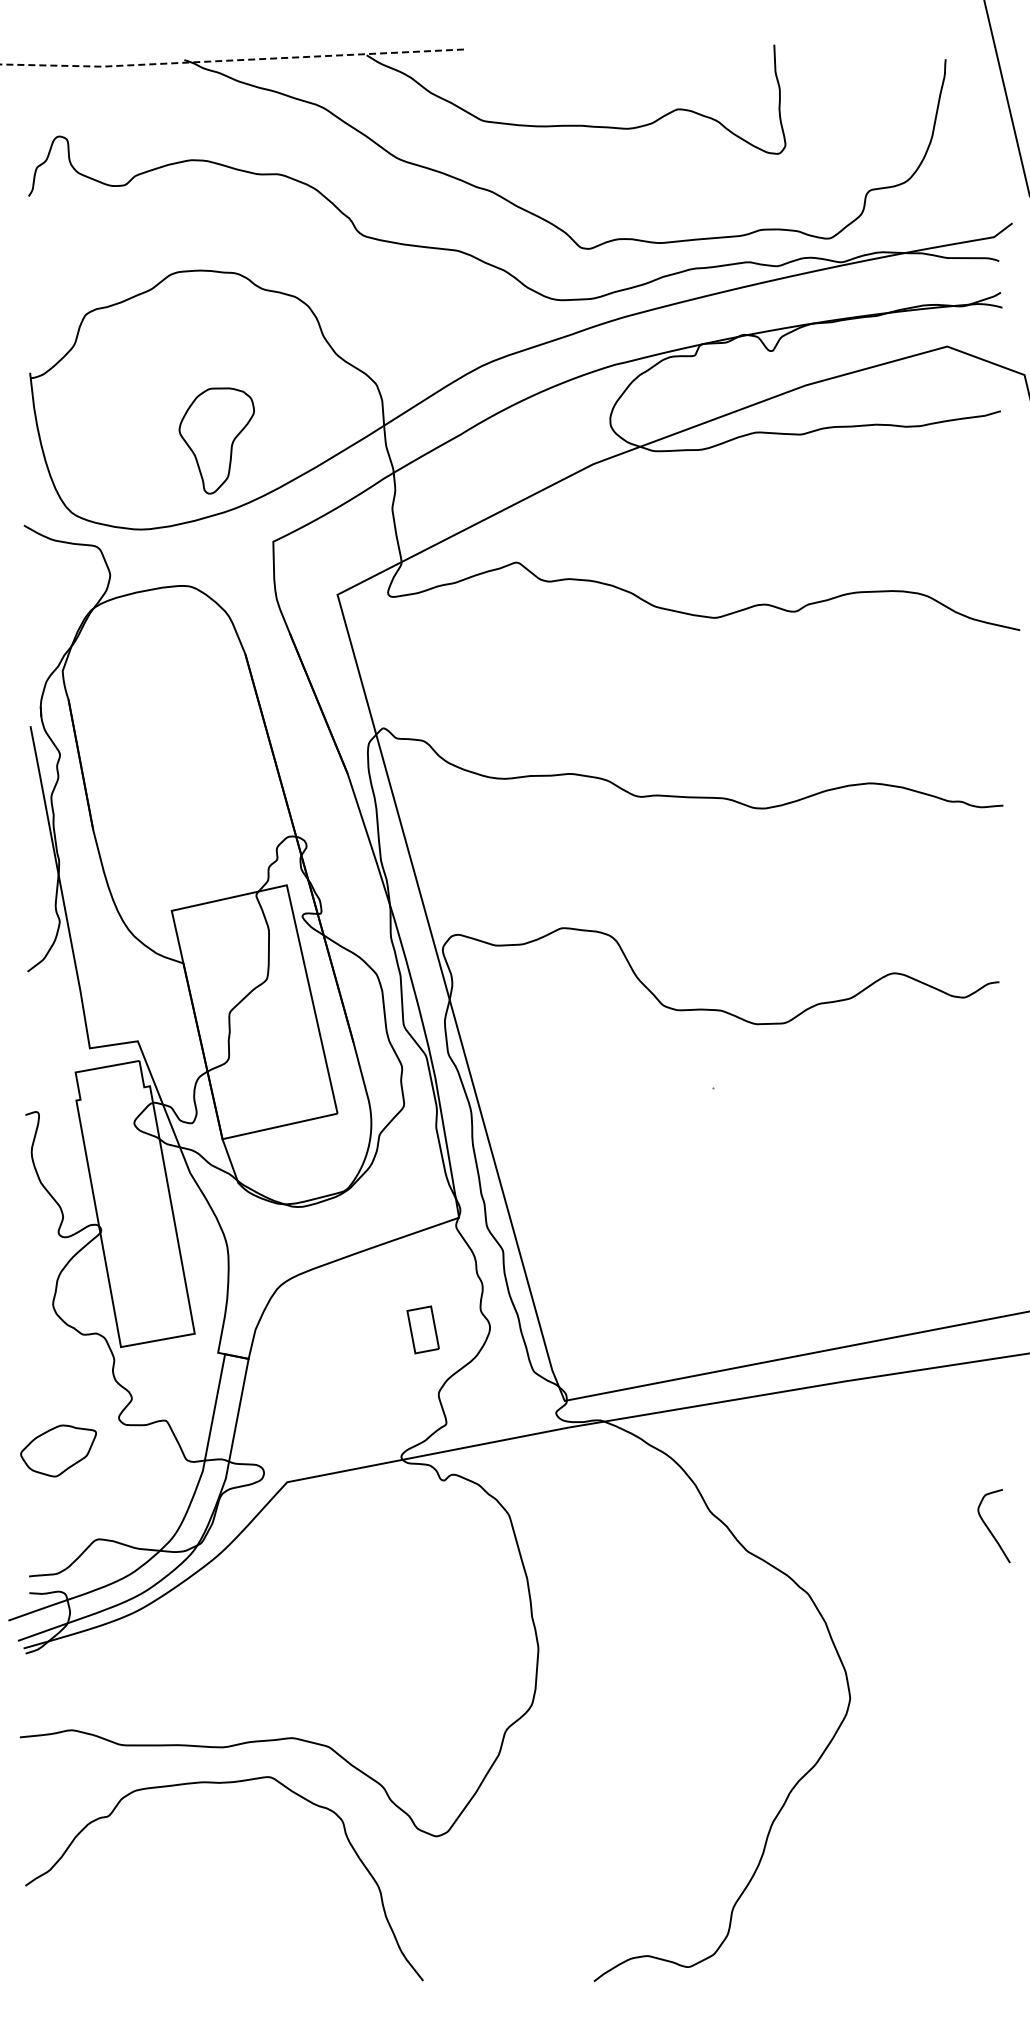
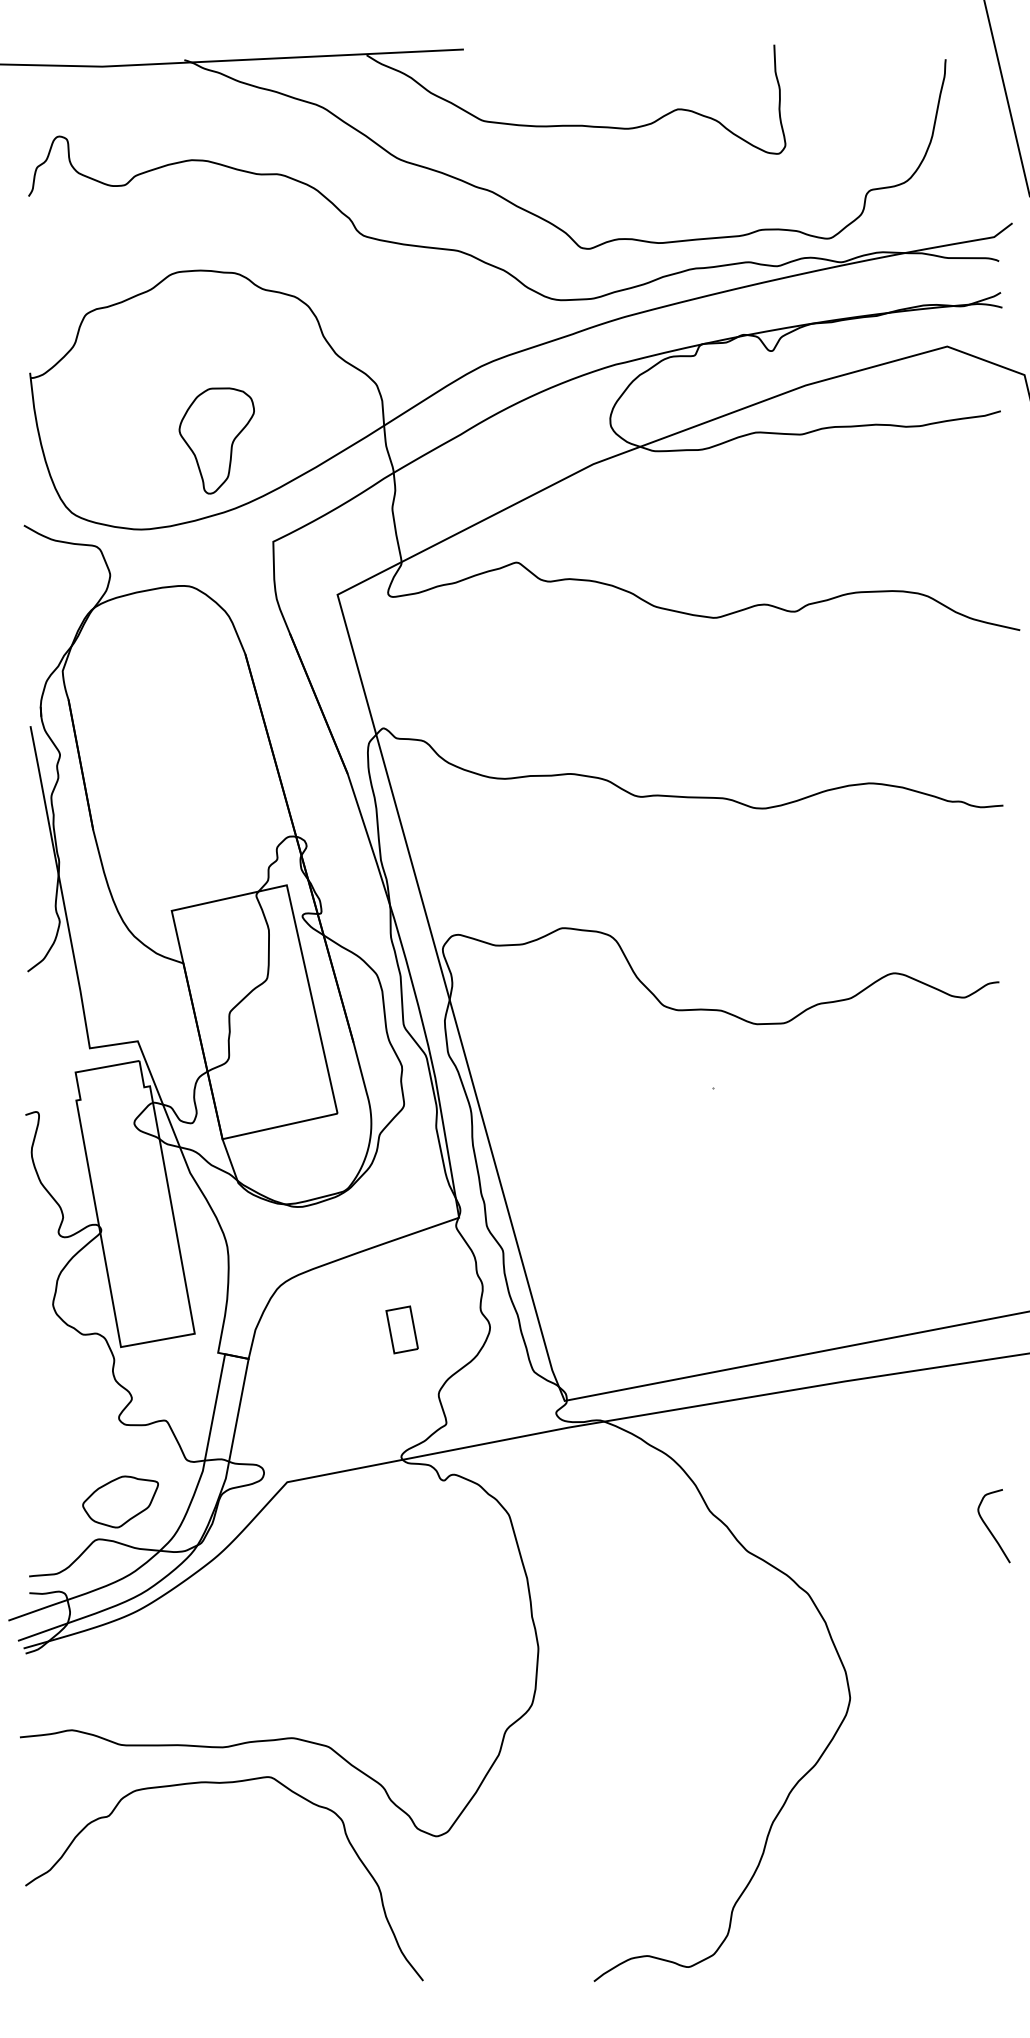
line at (231, 60): dashed -> solid
part at (422, 1329) position: (422, 1329) -> (401, 1329)
part at (58, 1450) position: (58, 1450) -> (120, 1501)
